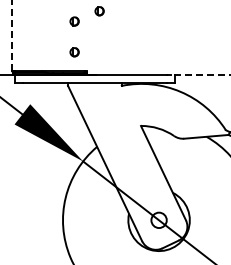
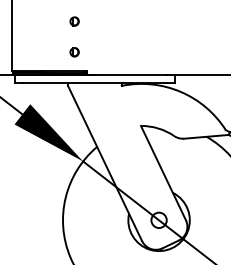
part at (99, 11): present -> none
line at (12, 35): dashed -> solid
line at (200, 75): dashed -> solid
